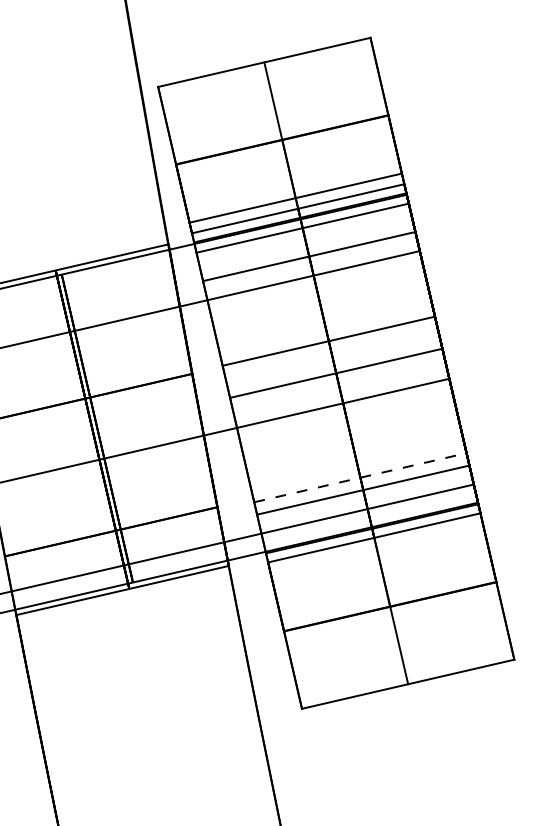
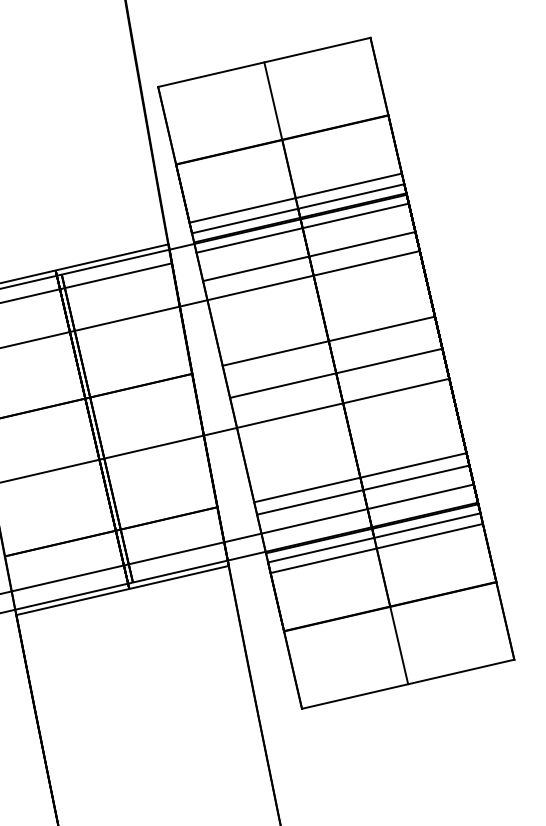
line at (87, 282): none -> present
line at (360, 477): dashed -> solid
line at (376, 548): none -> present
